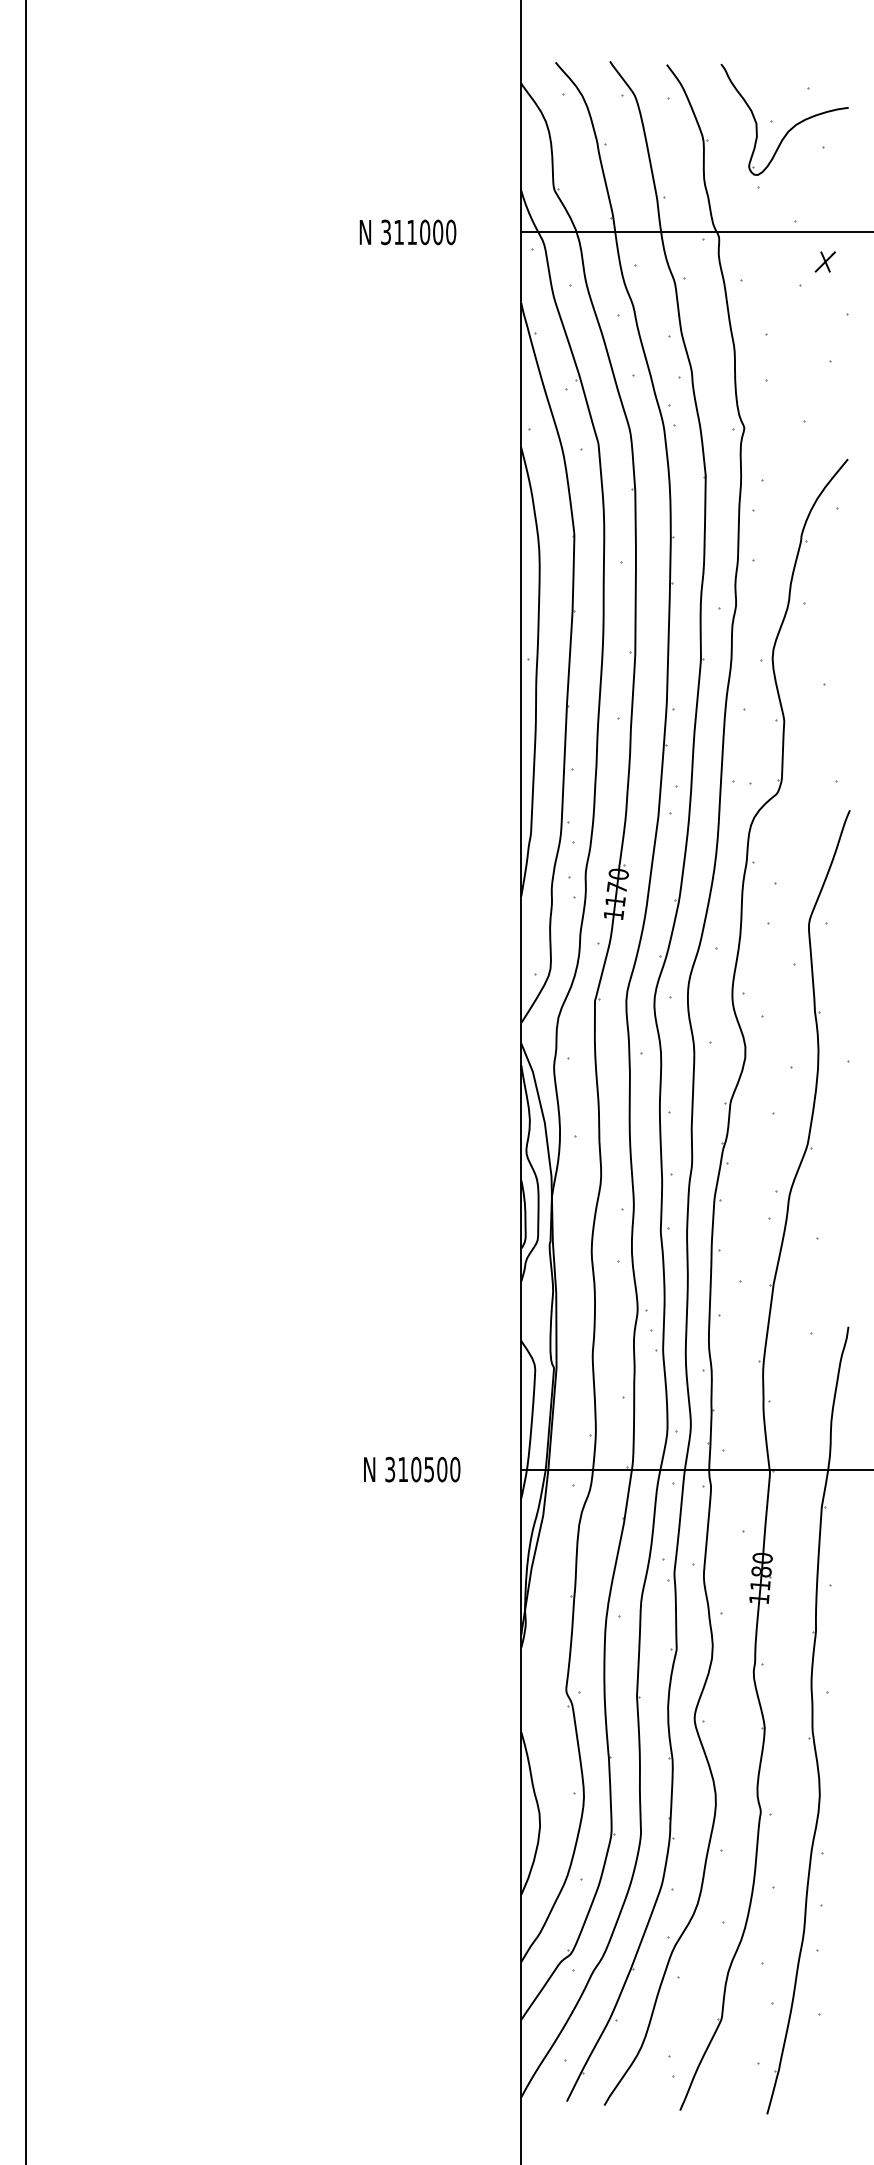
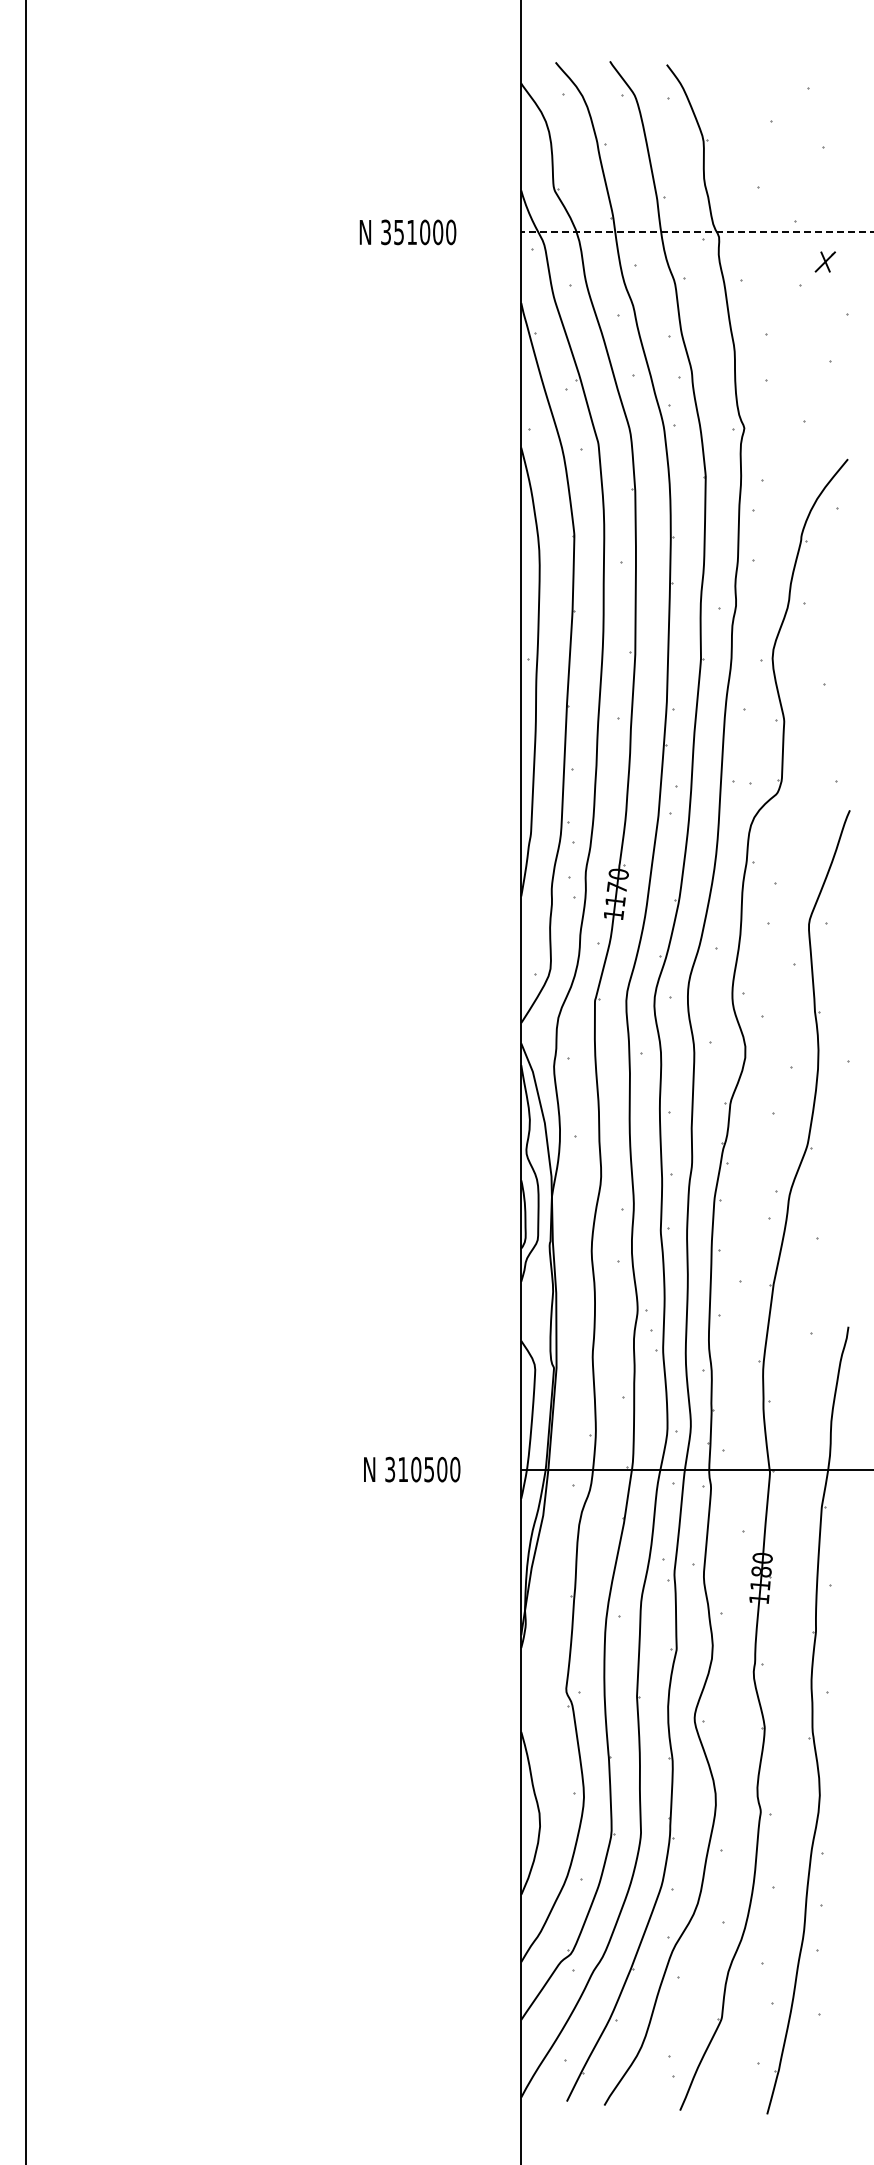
part at (792, 126): present -> none
text at (398, 232): 311000 -> 351000
line at (697, 232): solid -> dashed
